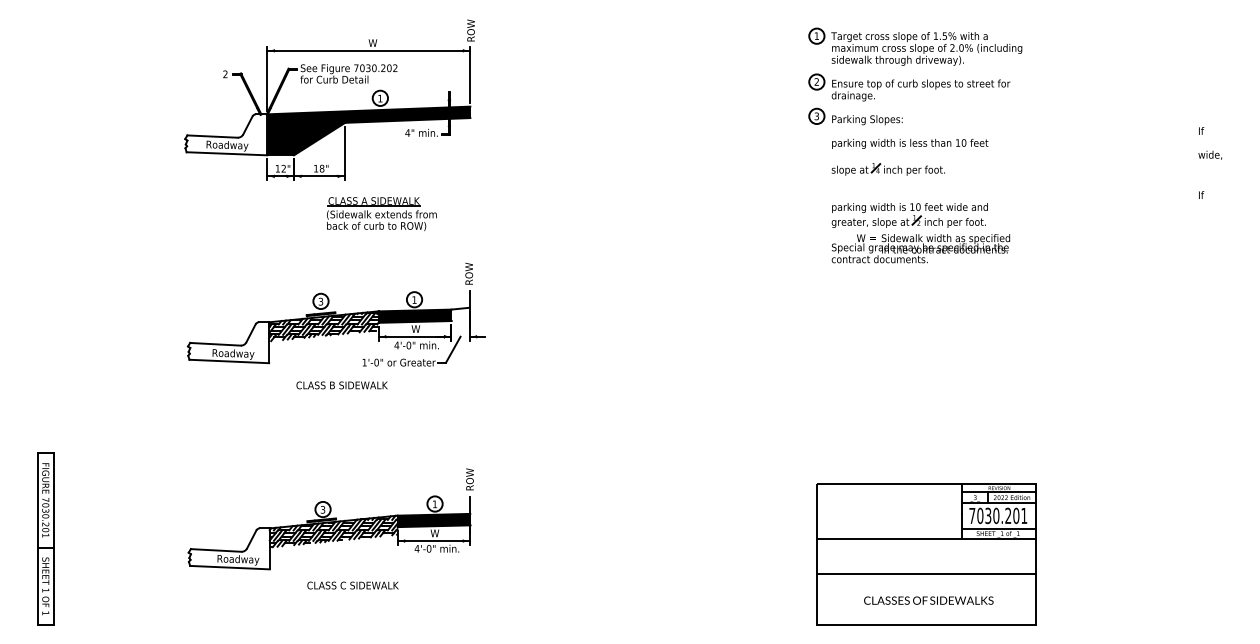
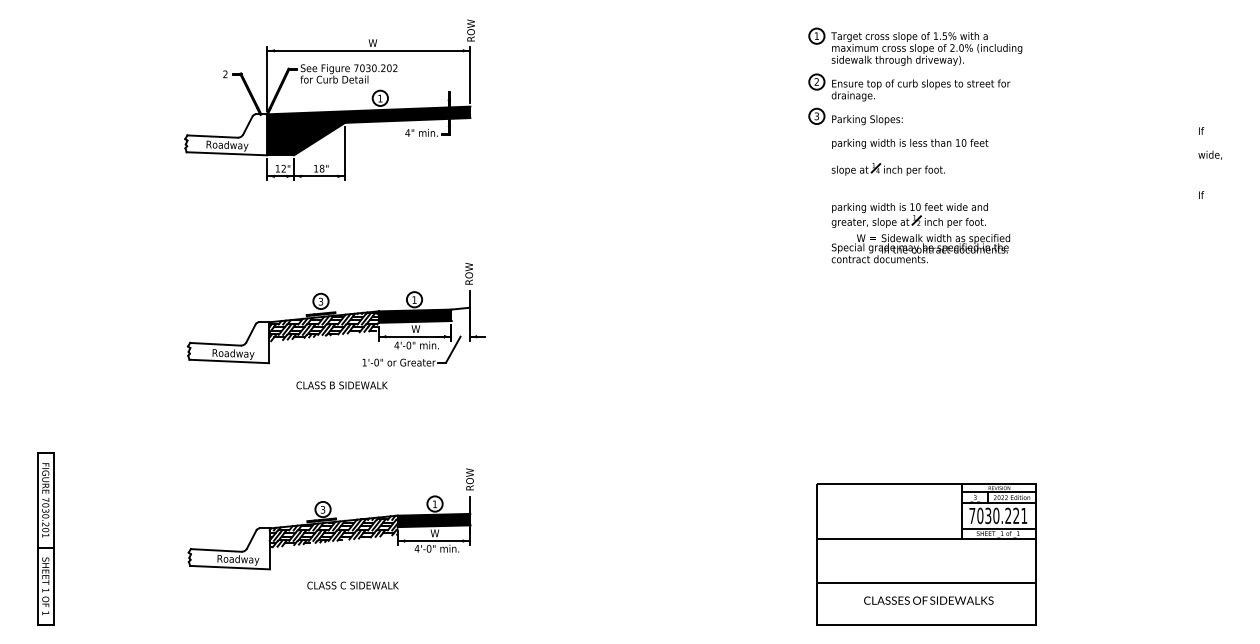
part at (381, 214): present -> none
text at (1016, 515): 7030.201 -> 7030.221
line at (925, 574) position: (925, 574) -> (925, 583)
